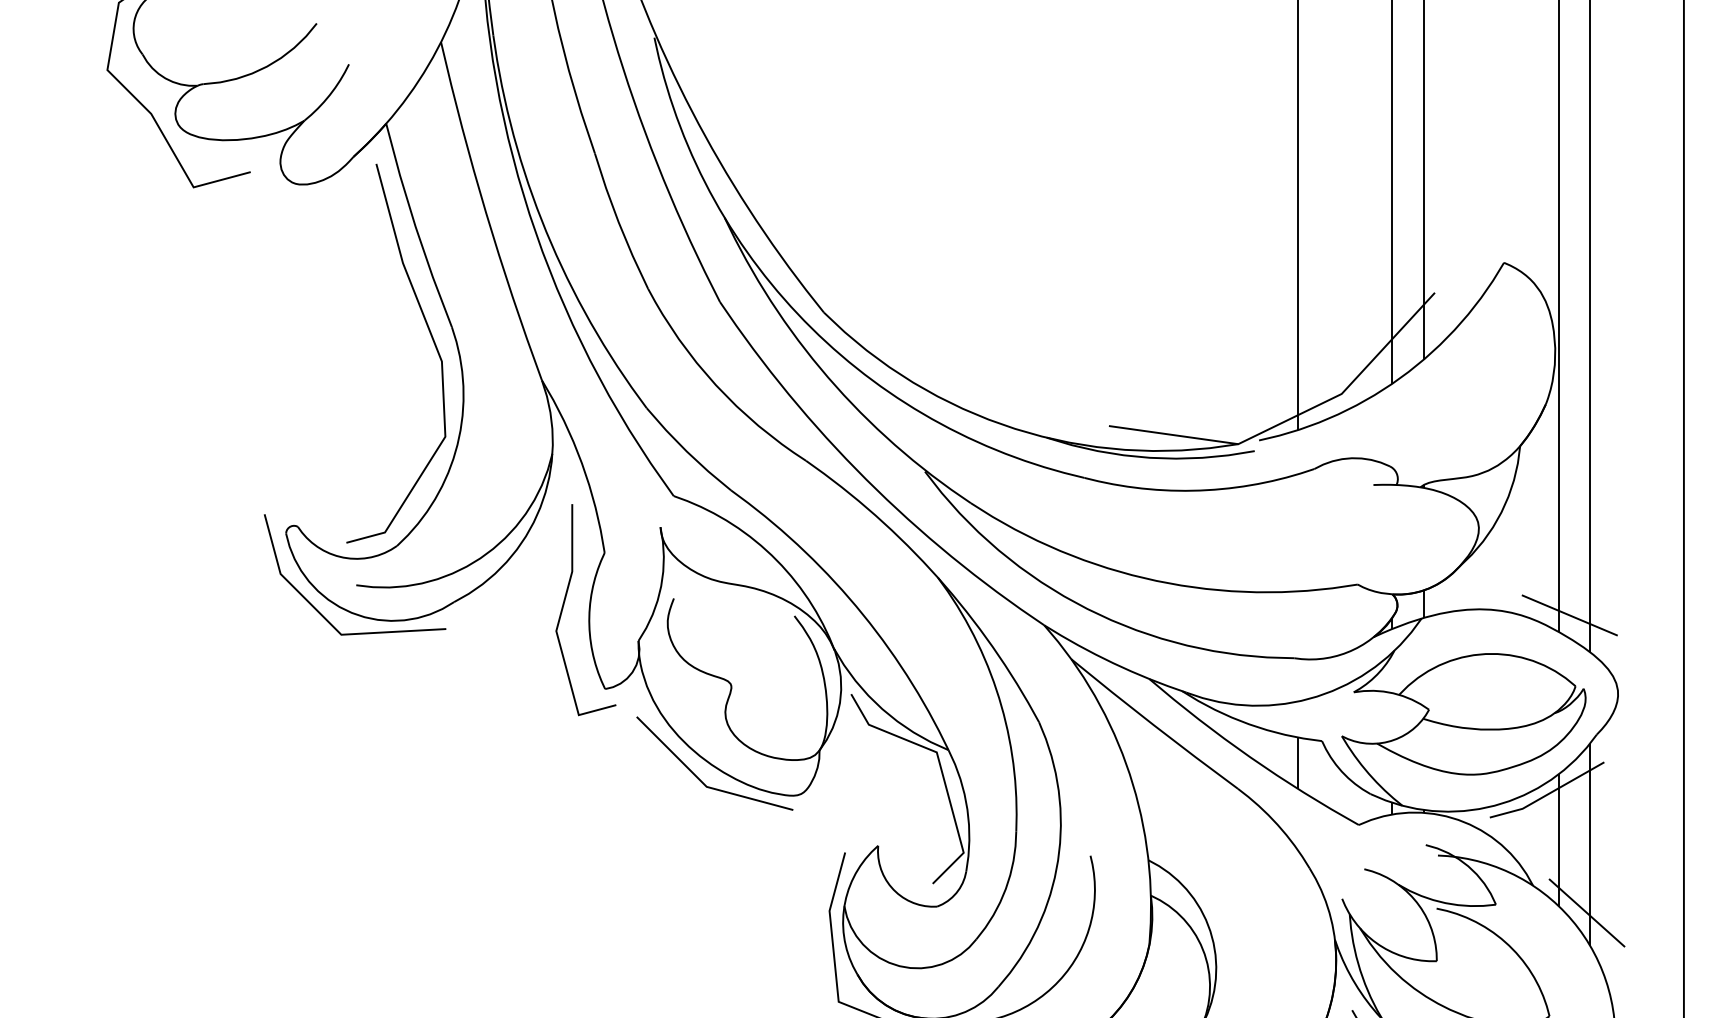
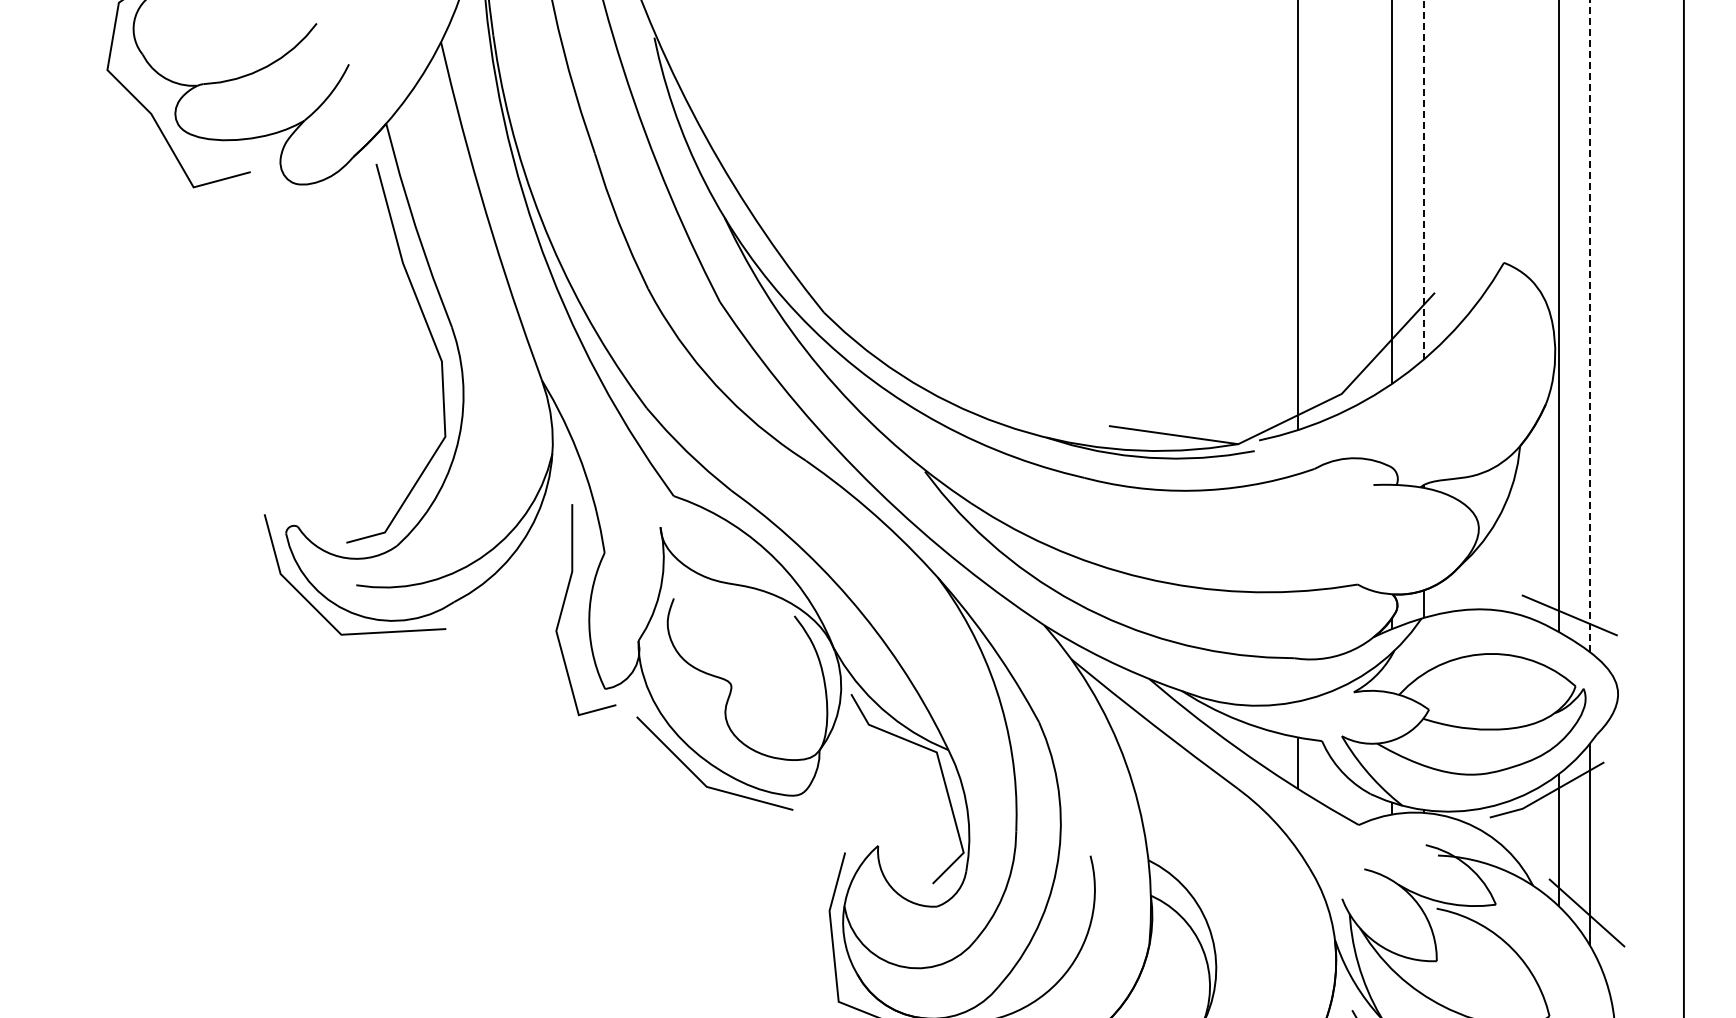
line at (1423, 179): solid -> dashed
line at (1590, 326): solid -> dashed
